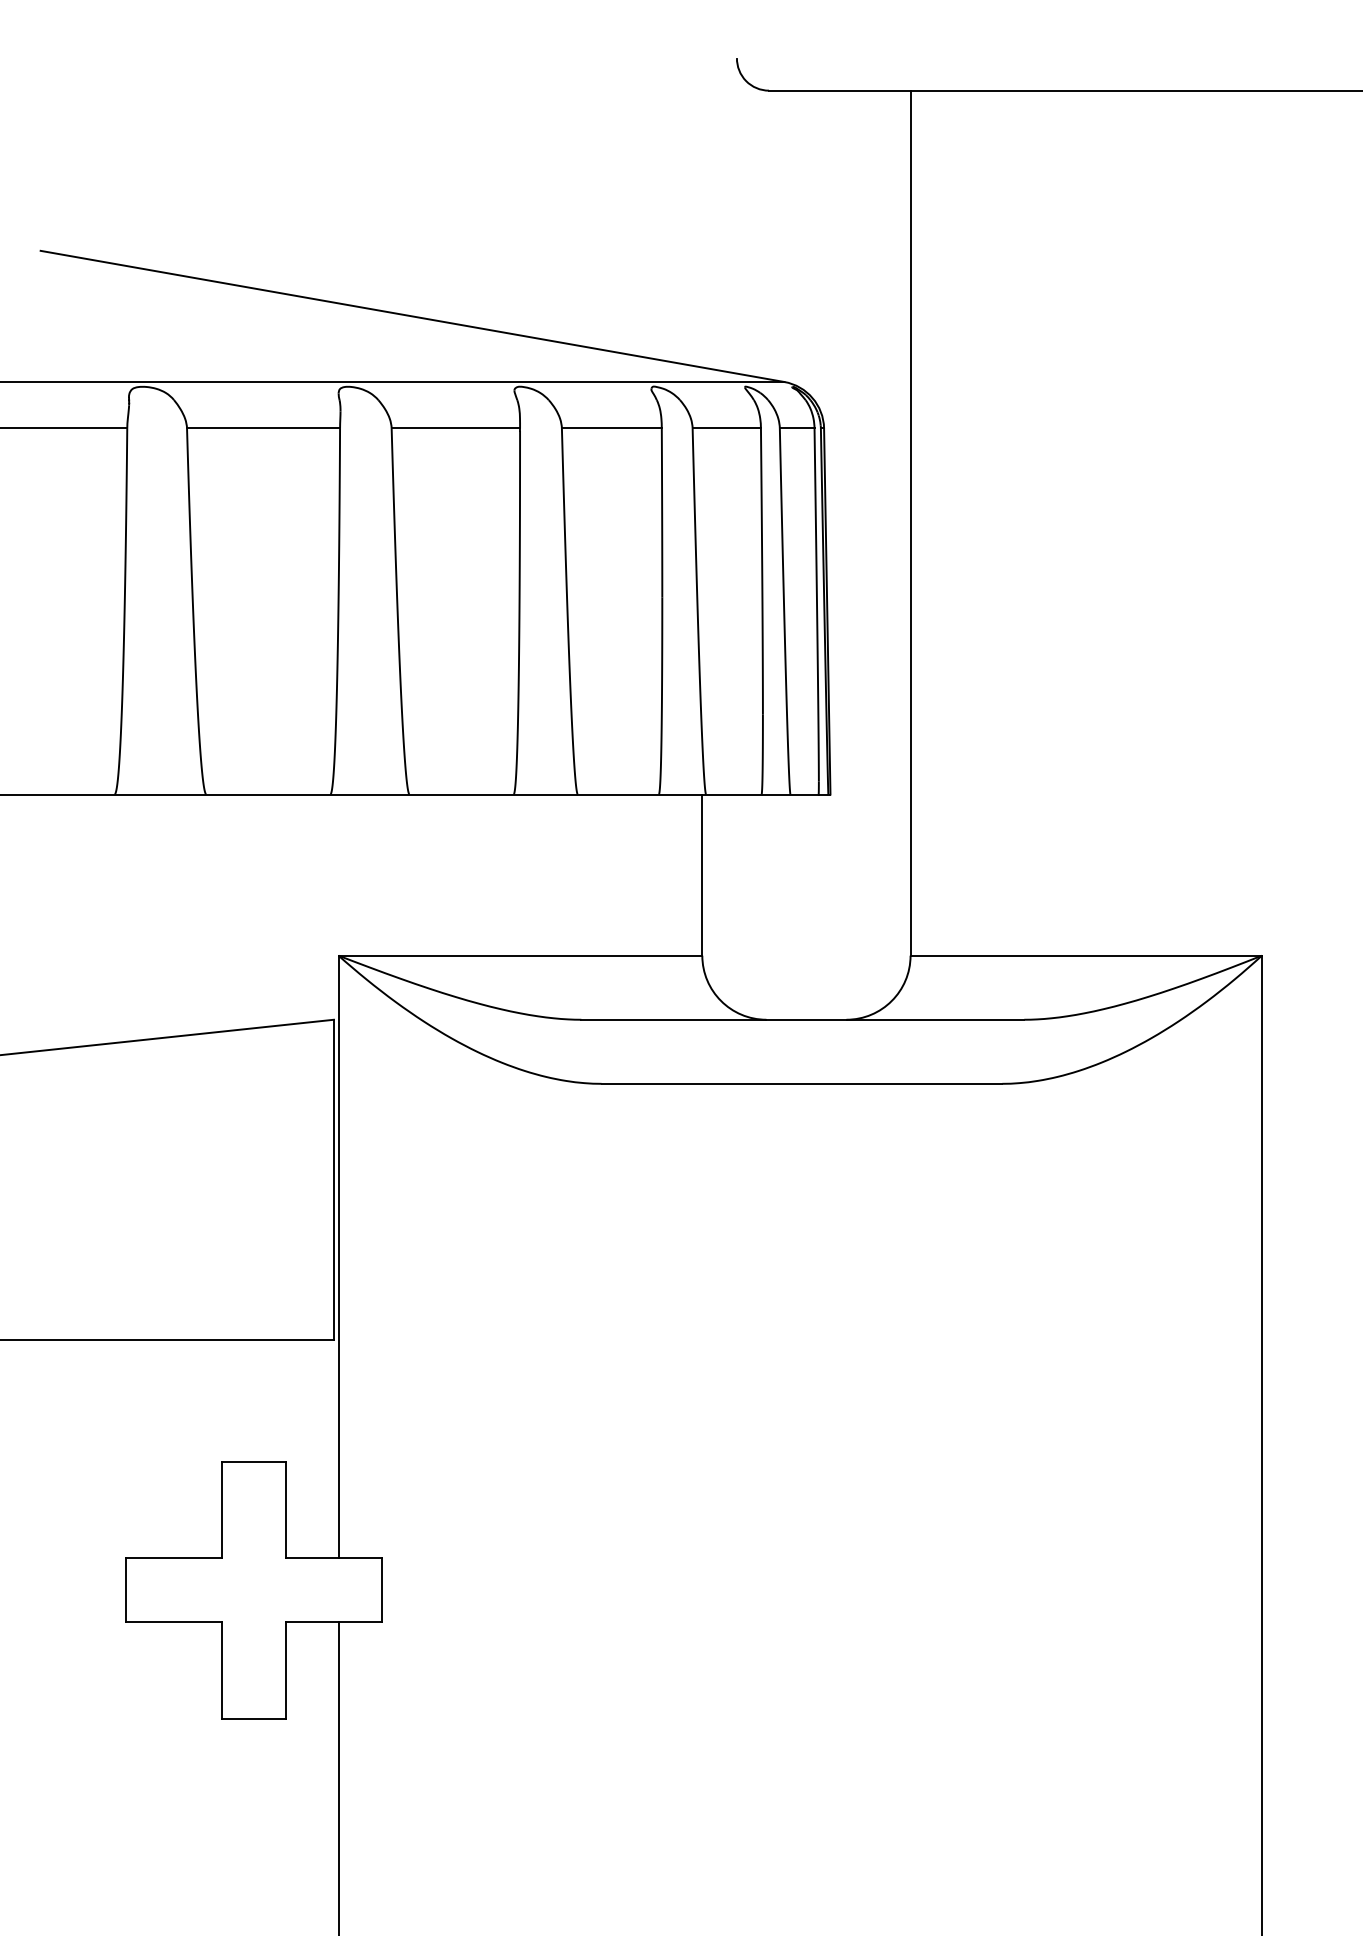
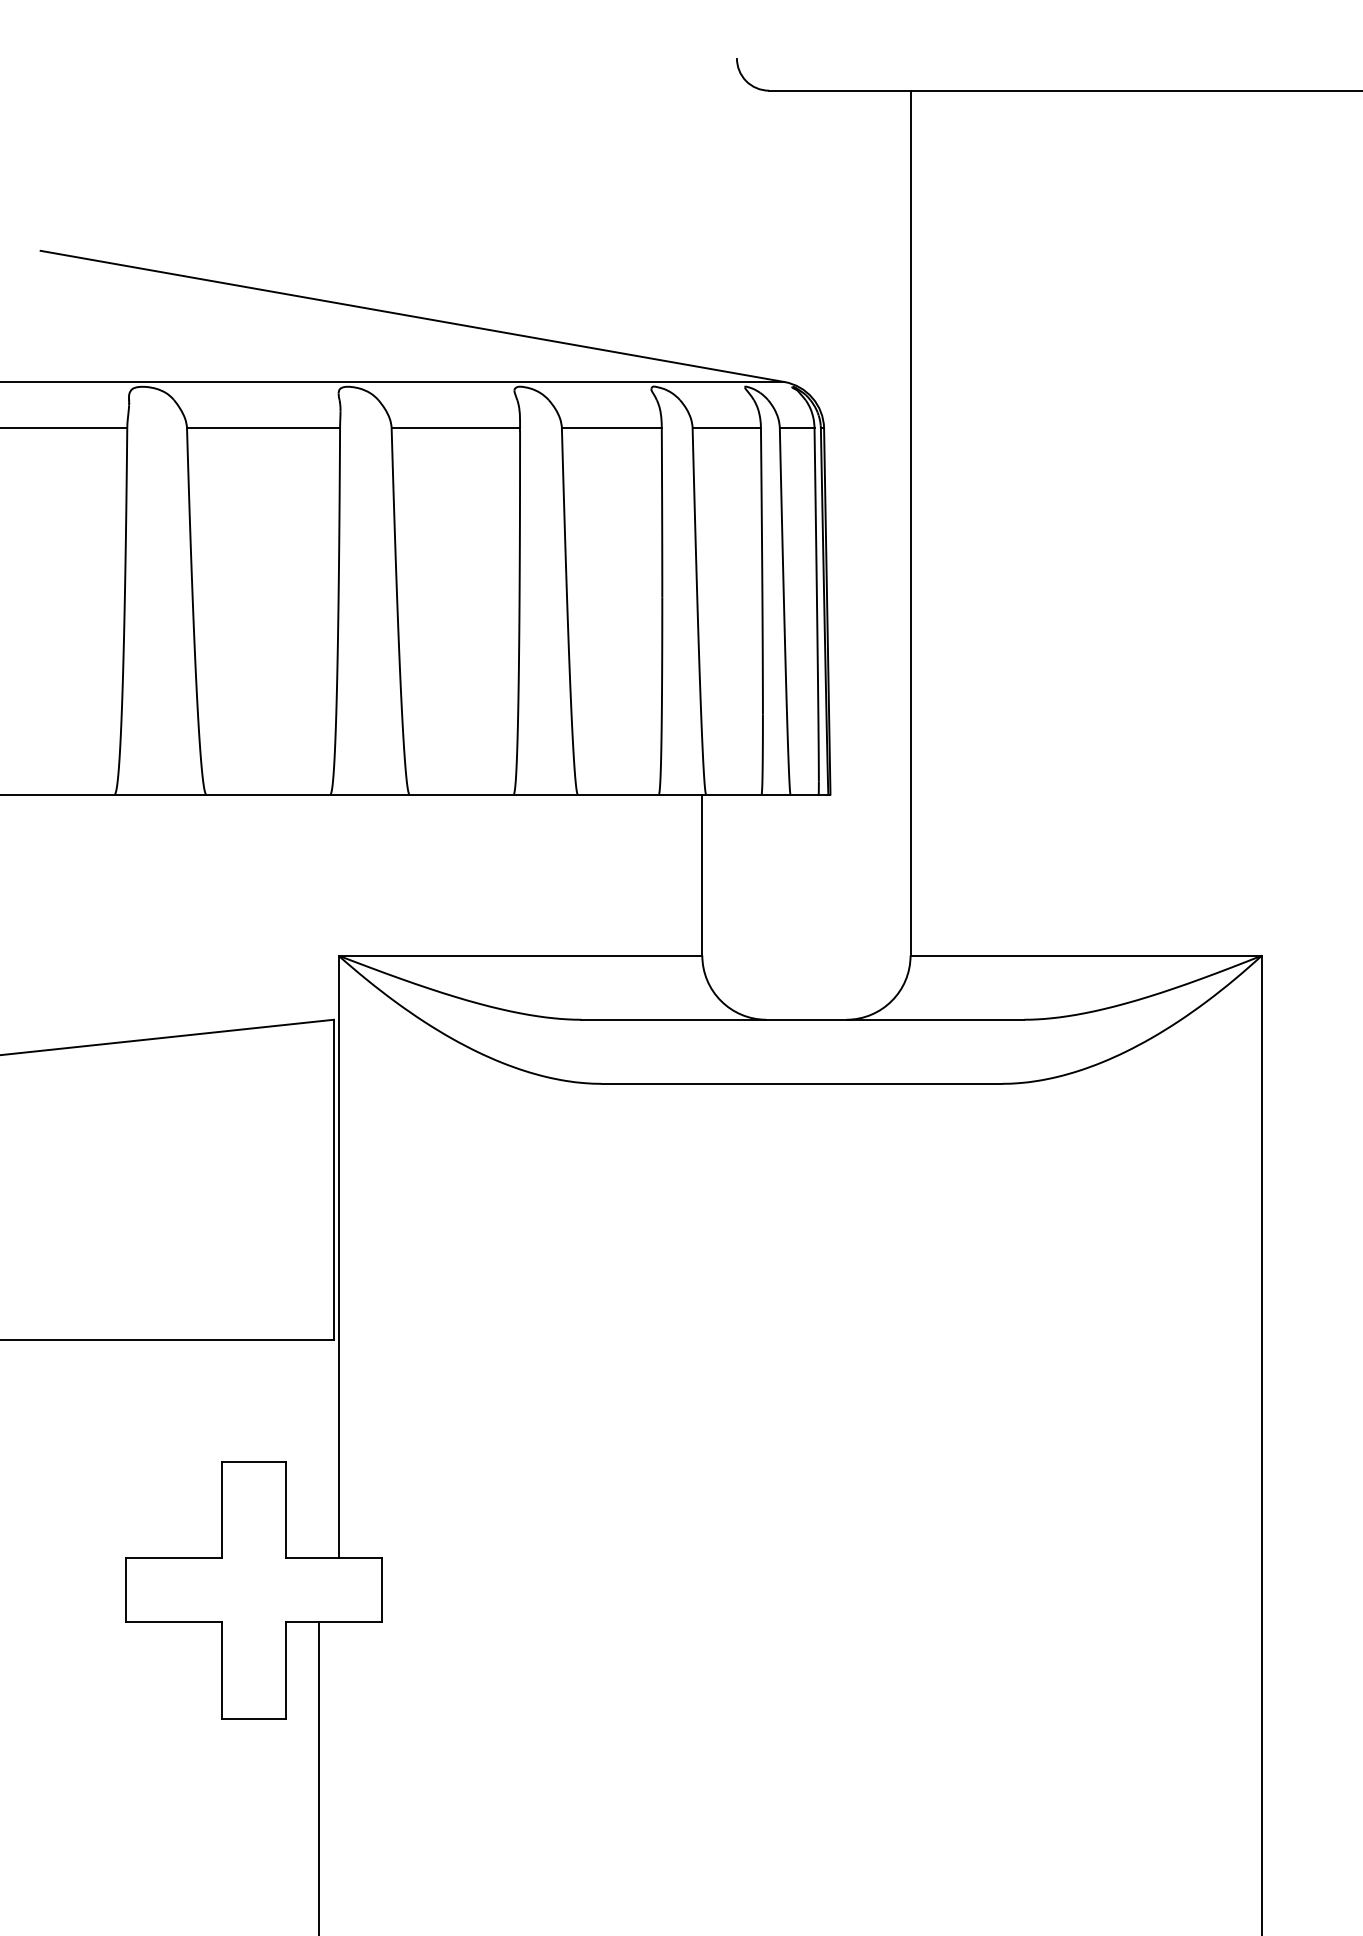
line at (338, 1777) position: (338, 1777) -> (318, 1777)
